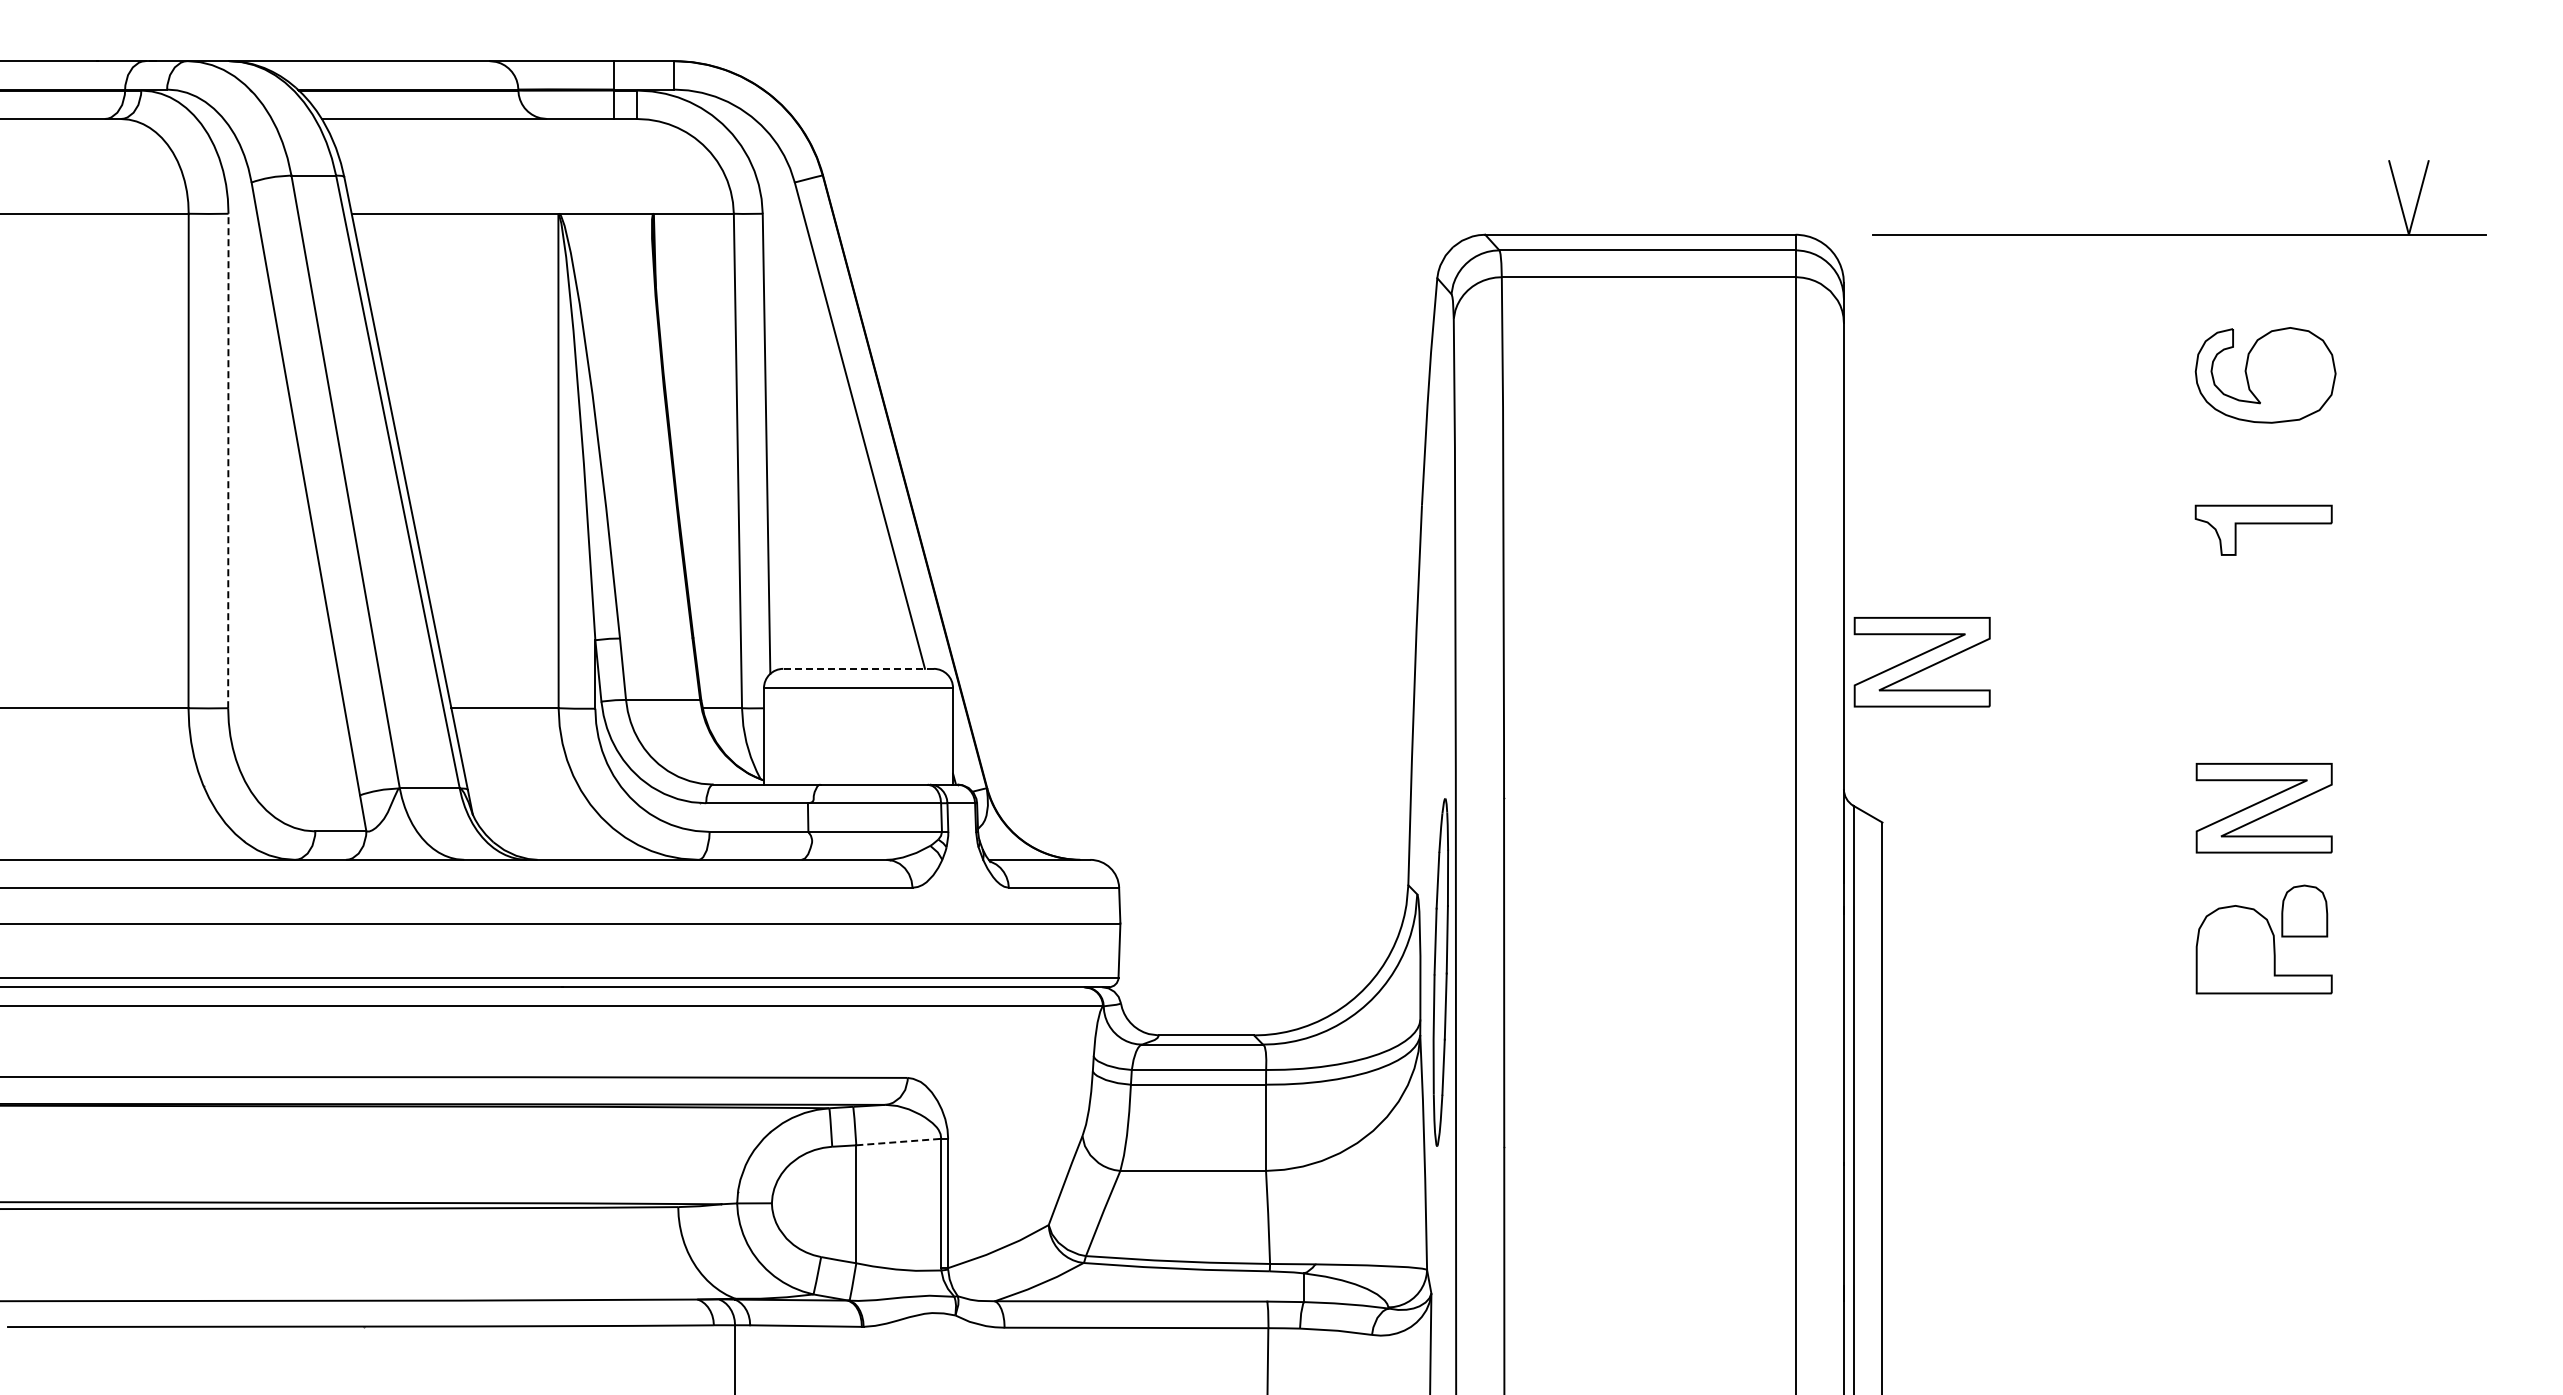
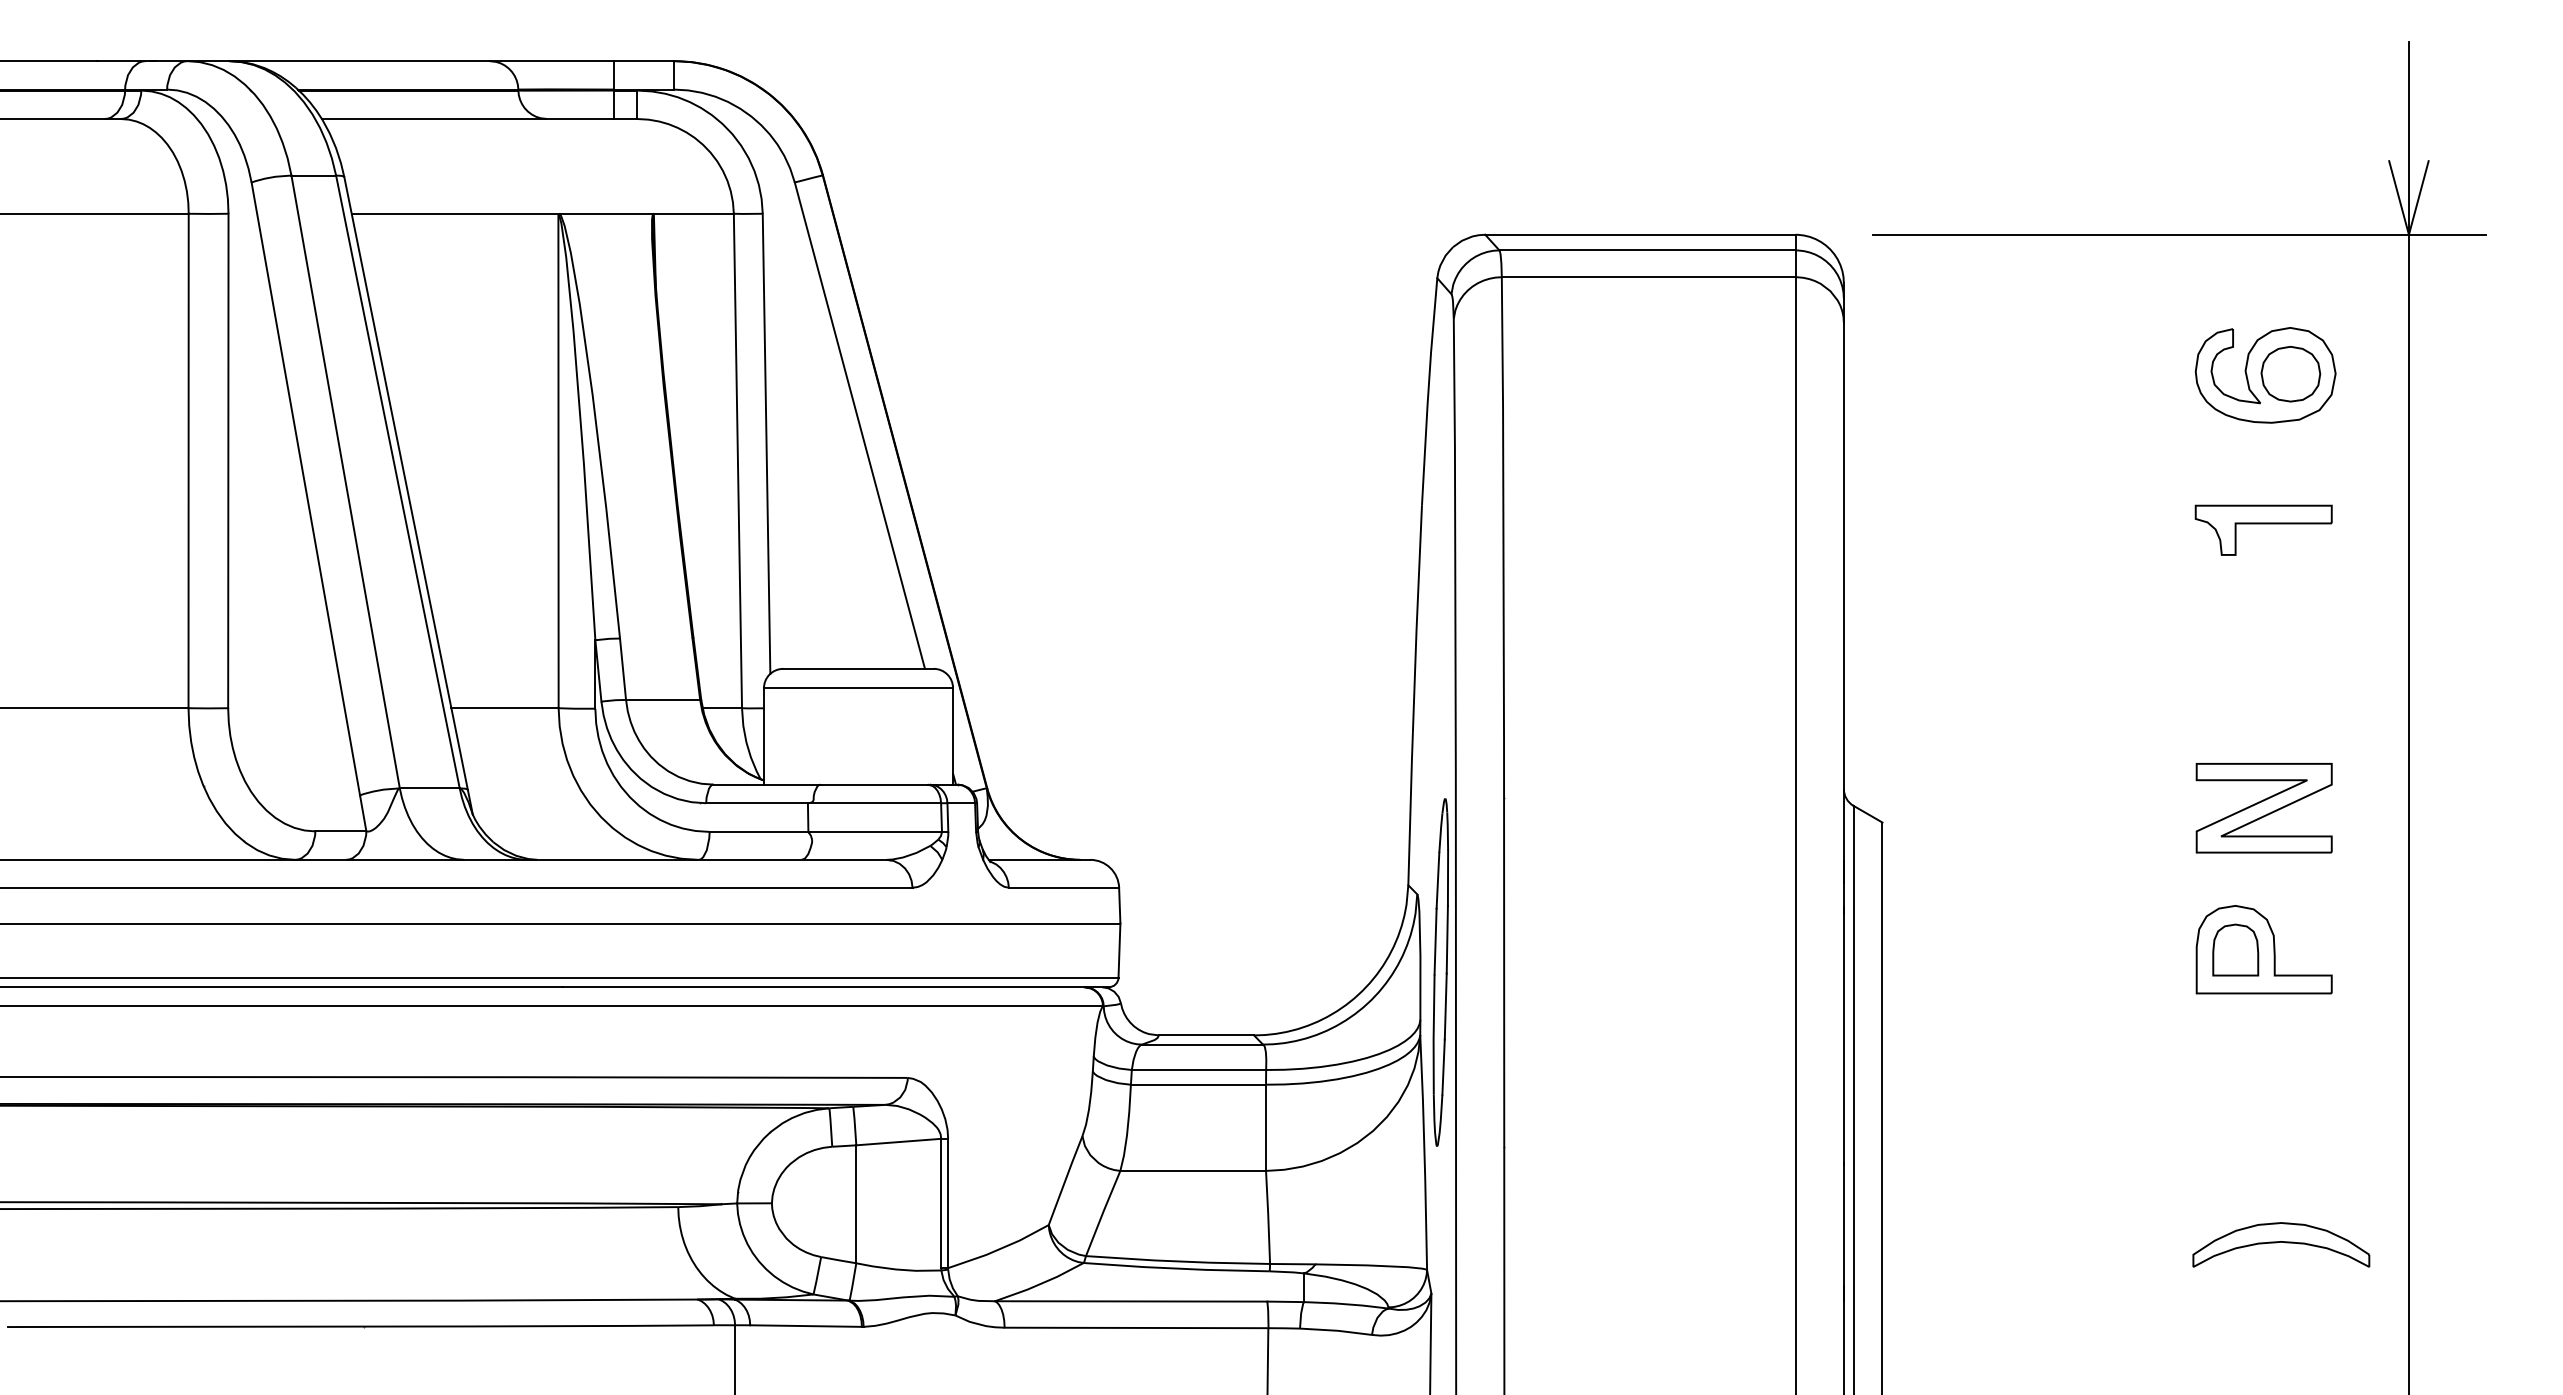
part at (2290, 373): none -> present
line at (228, 460): dashed -> solid
part at (1921, 662): present -> none
line at (858, 668): dashed -> solid
line at (2408, 716): none -> present
part at (2304, 910) position: (2304, 910) -> (2235, 949)
line at (898, 1142): dashed -> solid
part at (2281, 1244): none -> present
